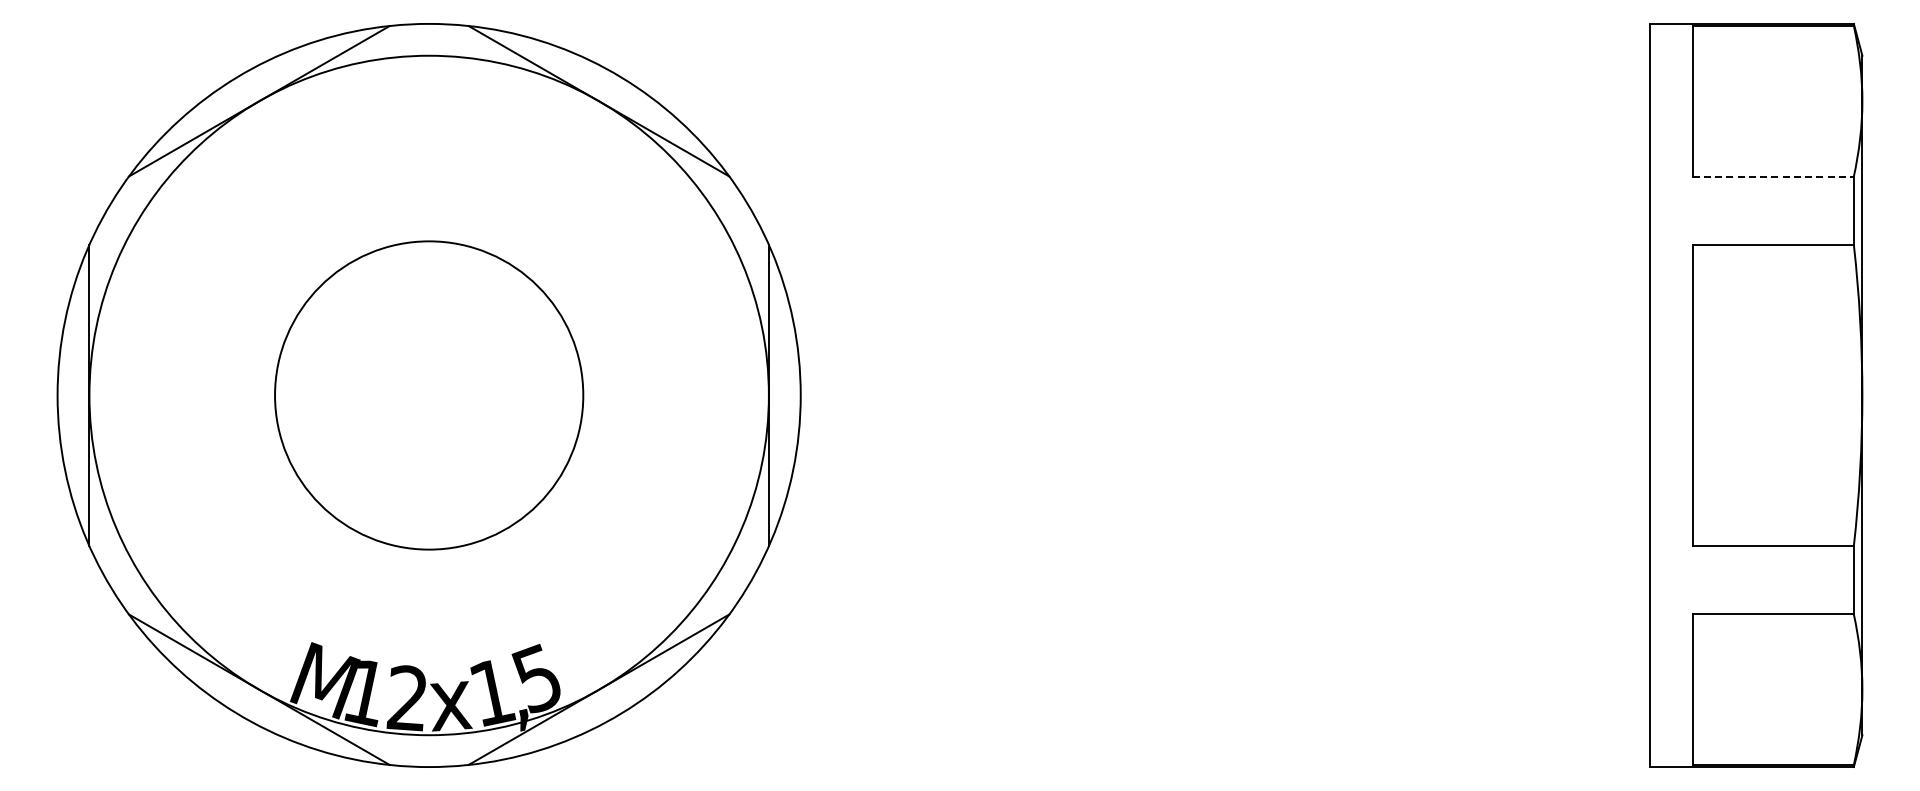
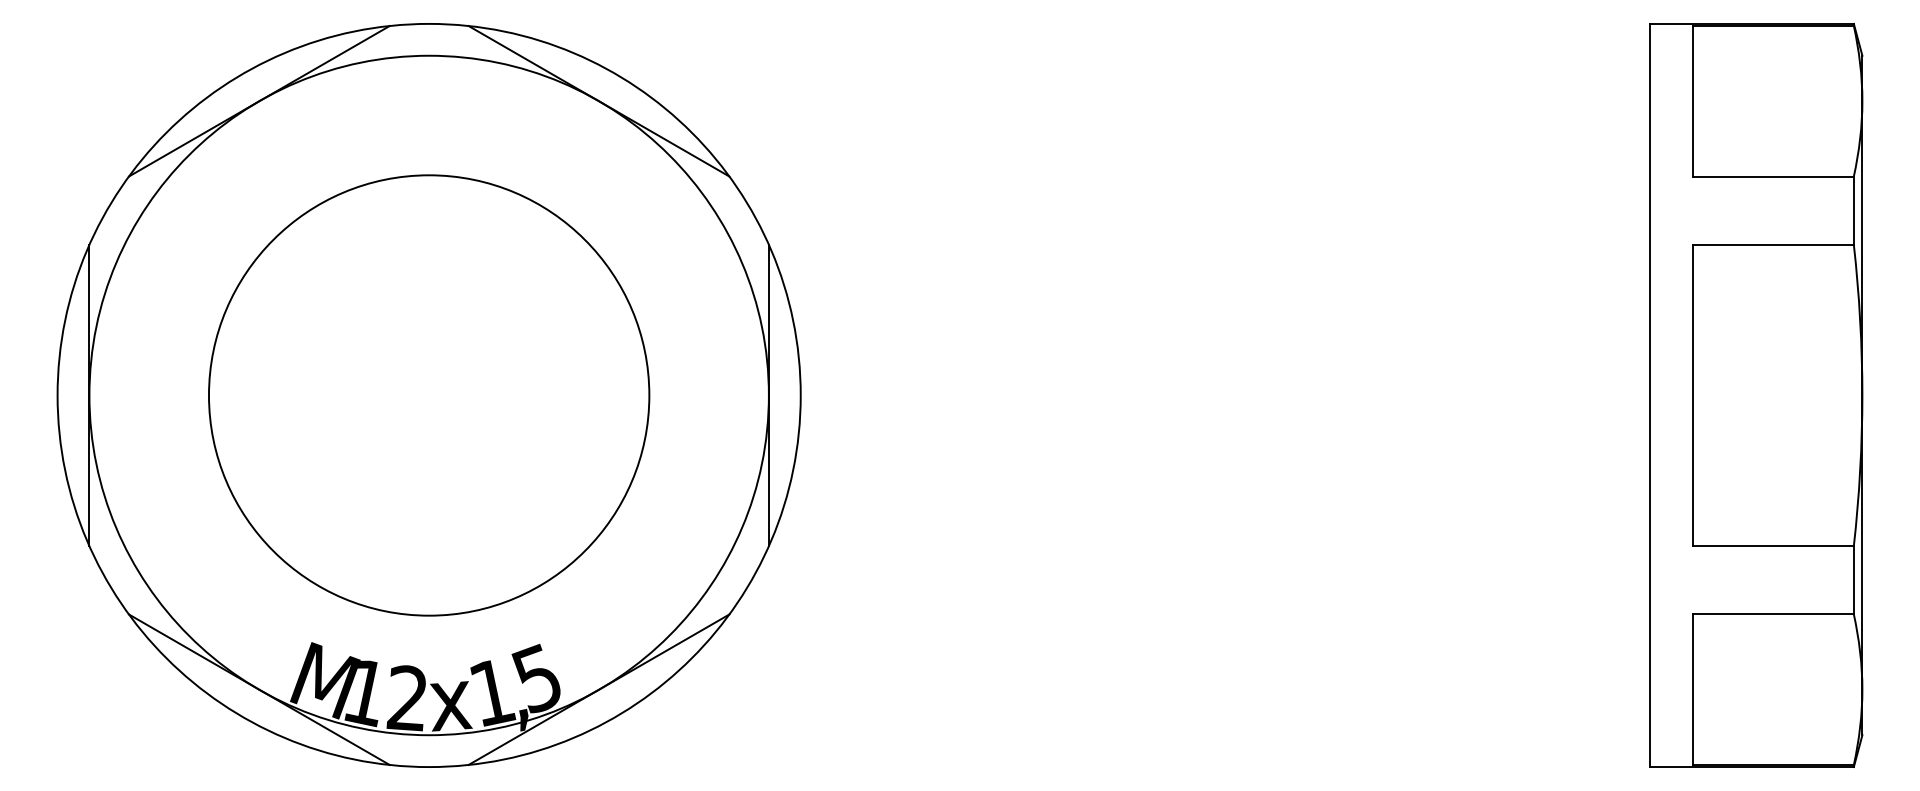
line at (1773, 176): dashed -> solid
circle at (429, 395) diameter: 308 px -> 440 px
